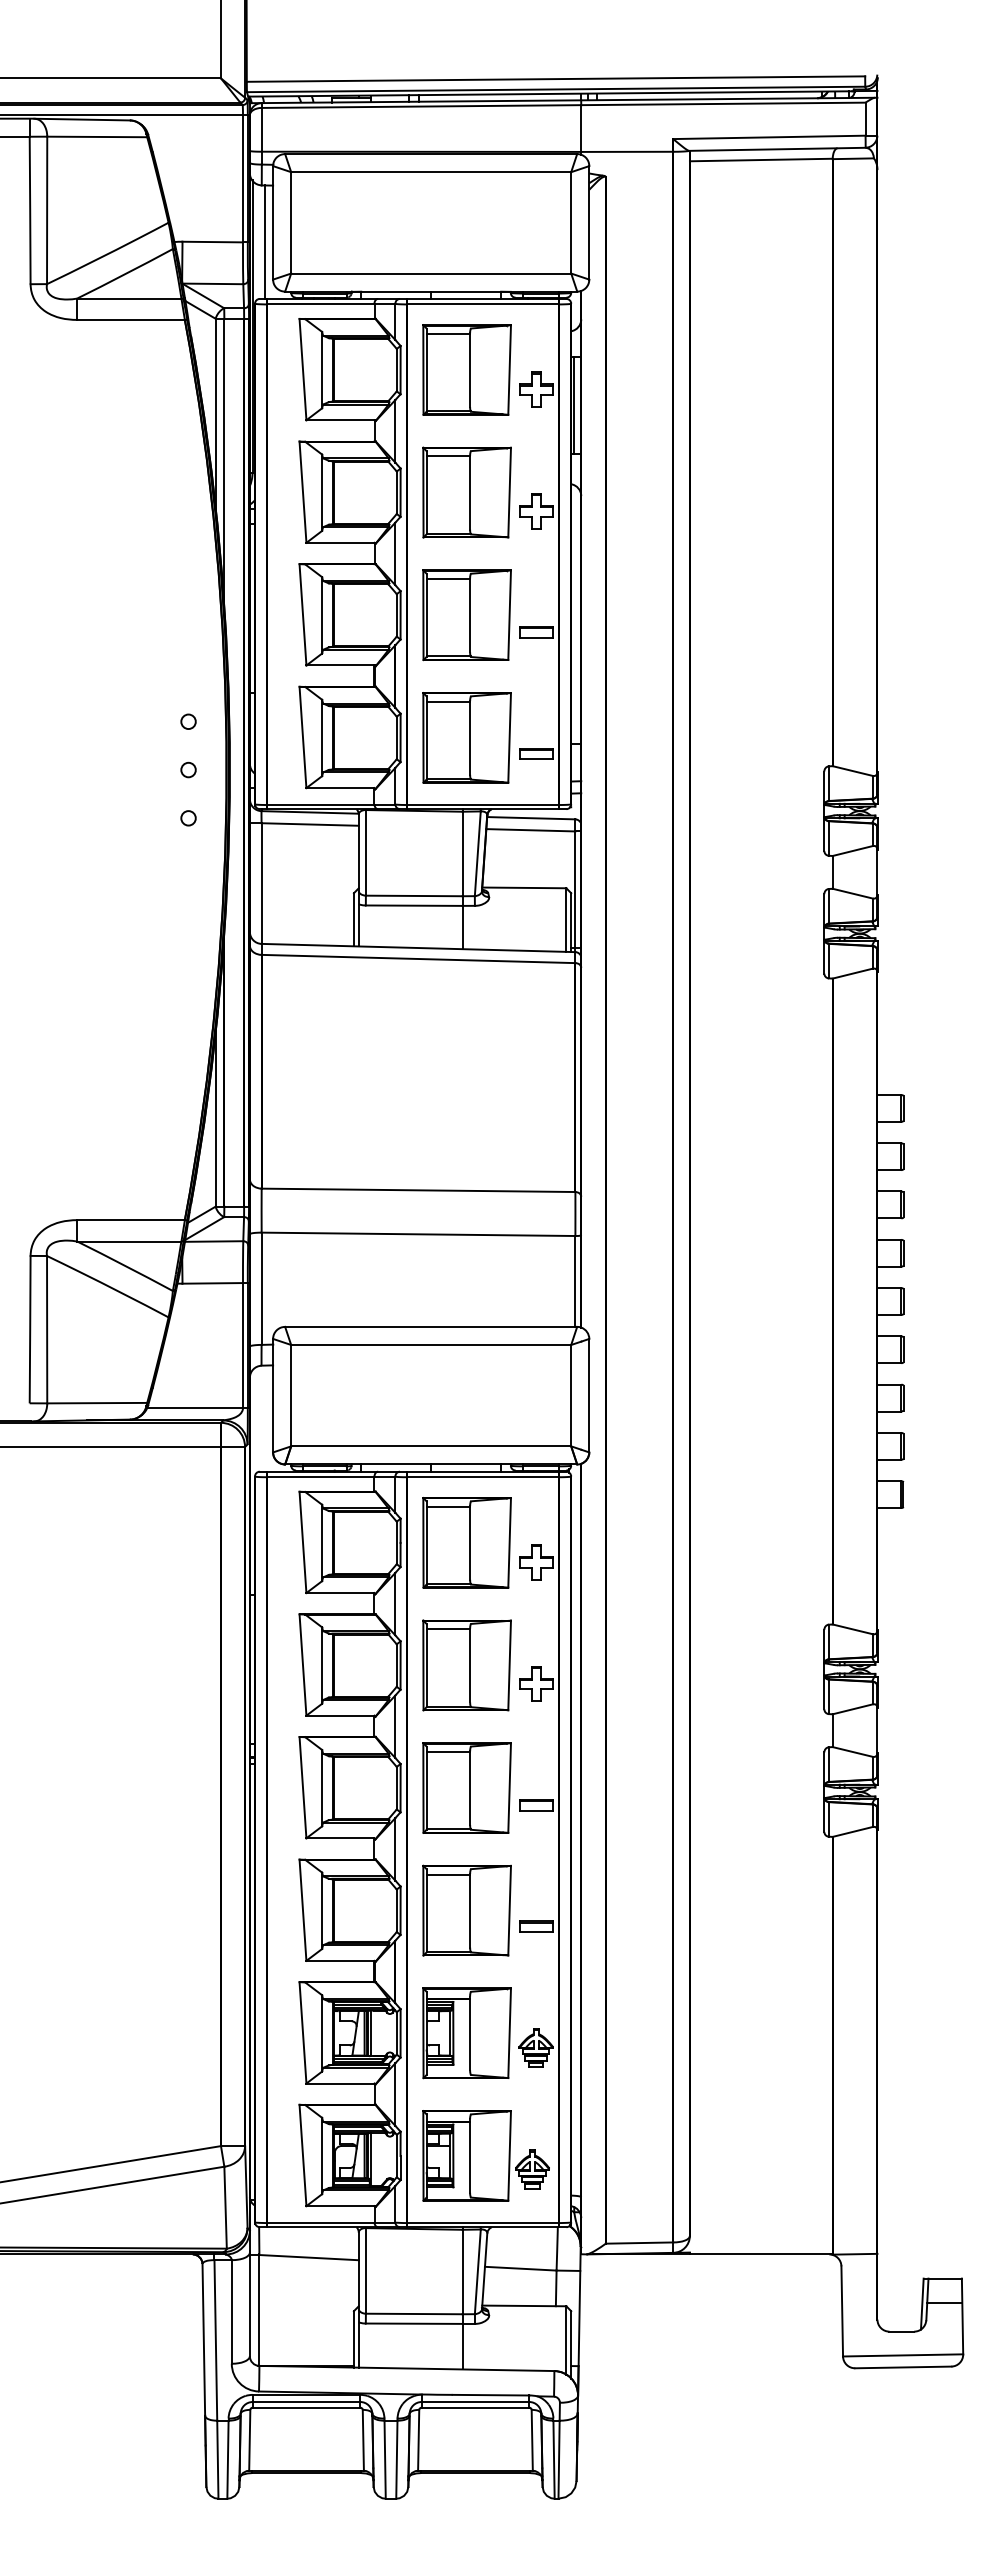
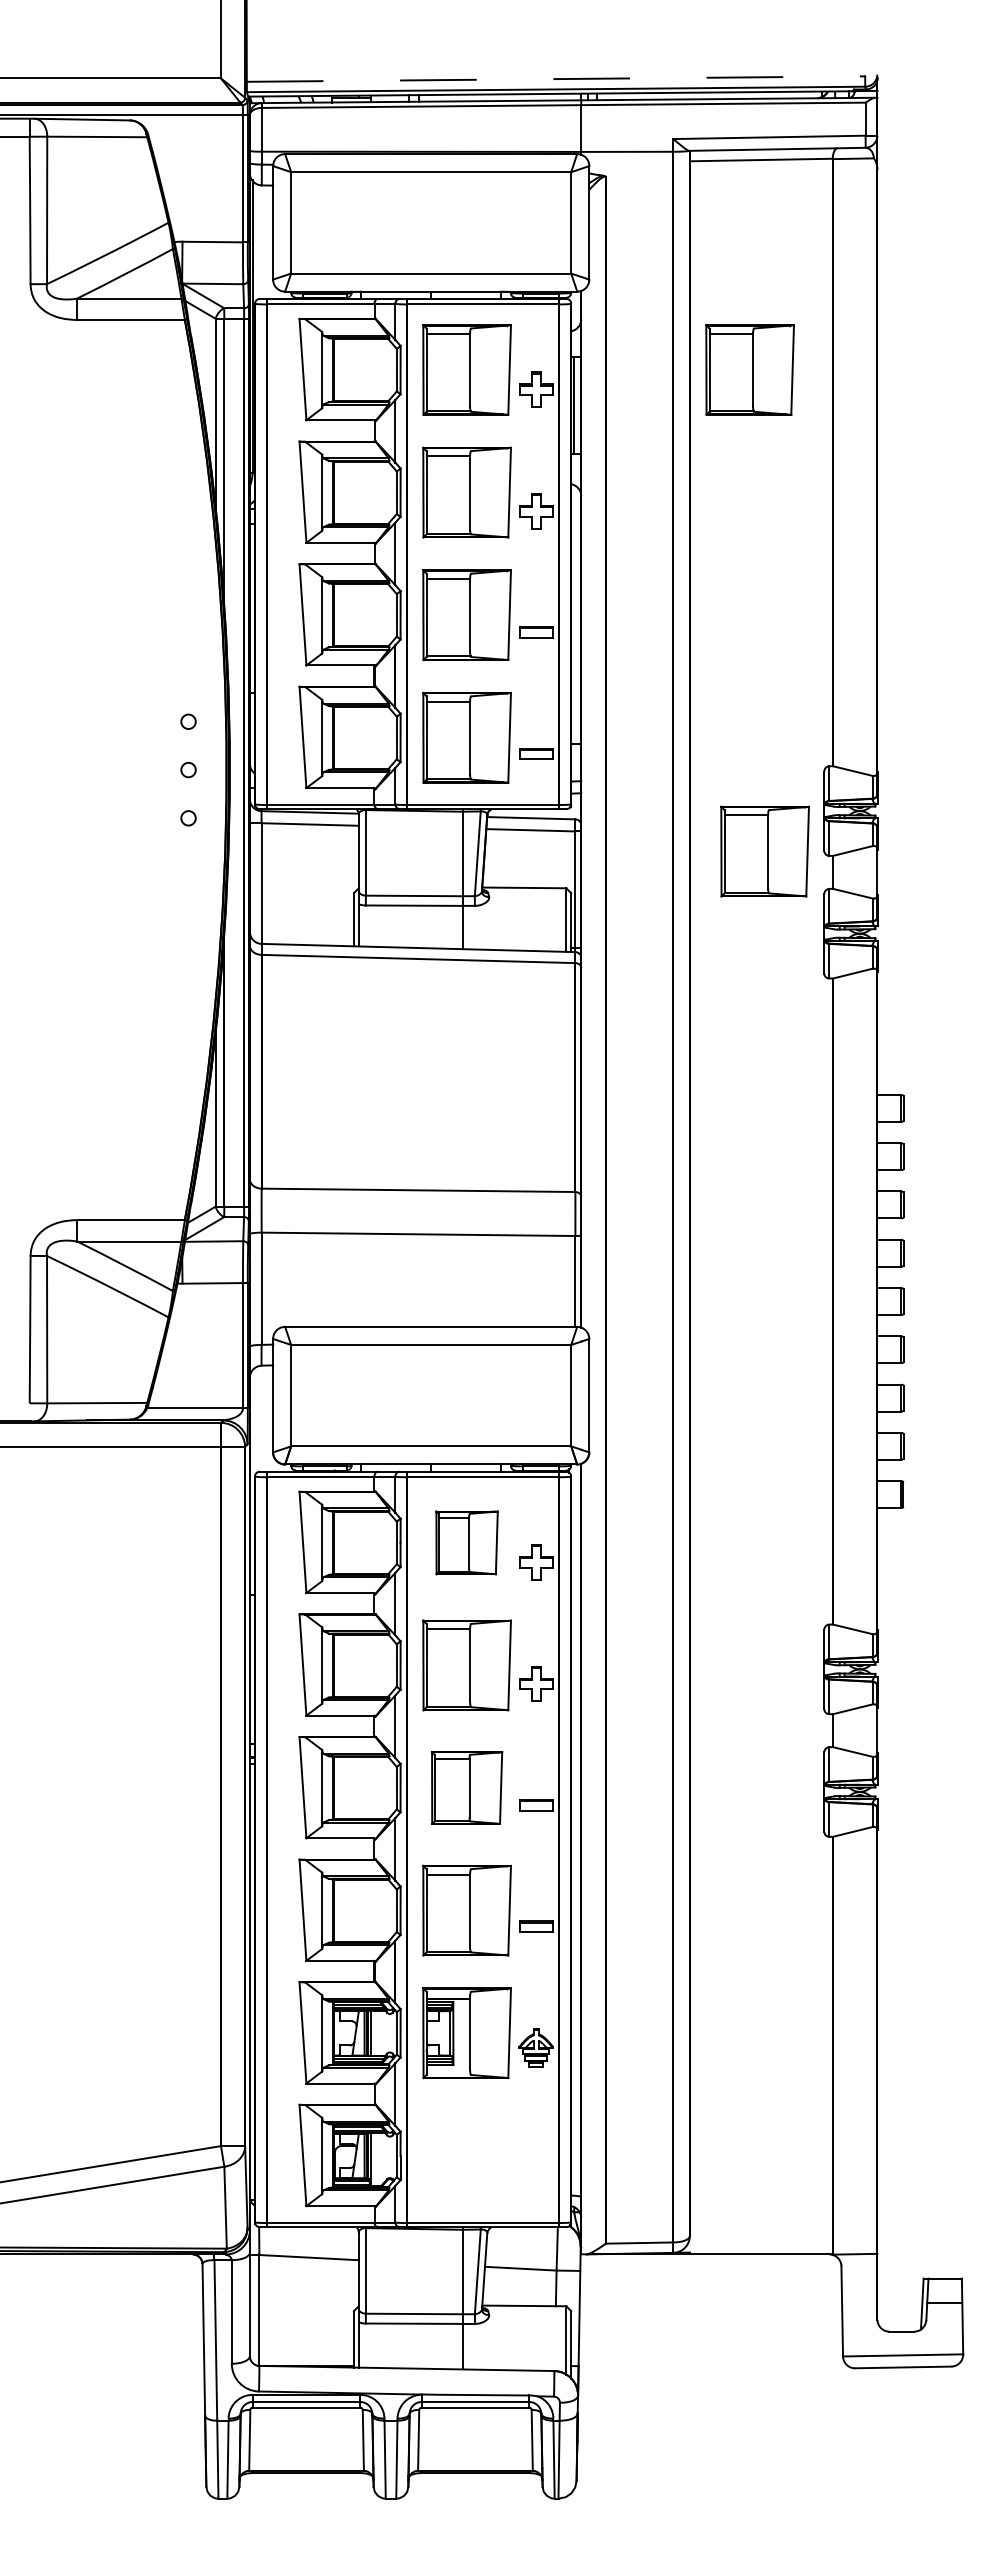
line at (556, 79): solid -> dashed
line at (264, 241): present -> none
part at (749, 369): none -> present
part at (764, 851): none -> present
part at (466, 1542) size: 90x92 px -> 64x66 px
part at (466, 1787) size: 90x92 px -> 73x74 px
part at (485, 2155): present -> none
